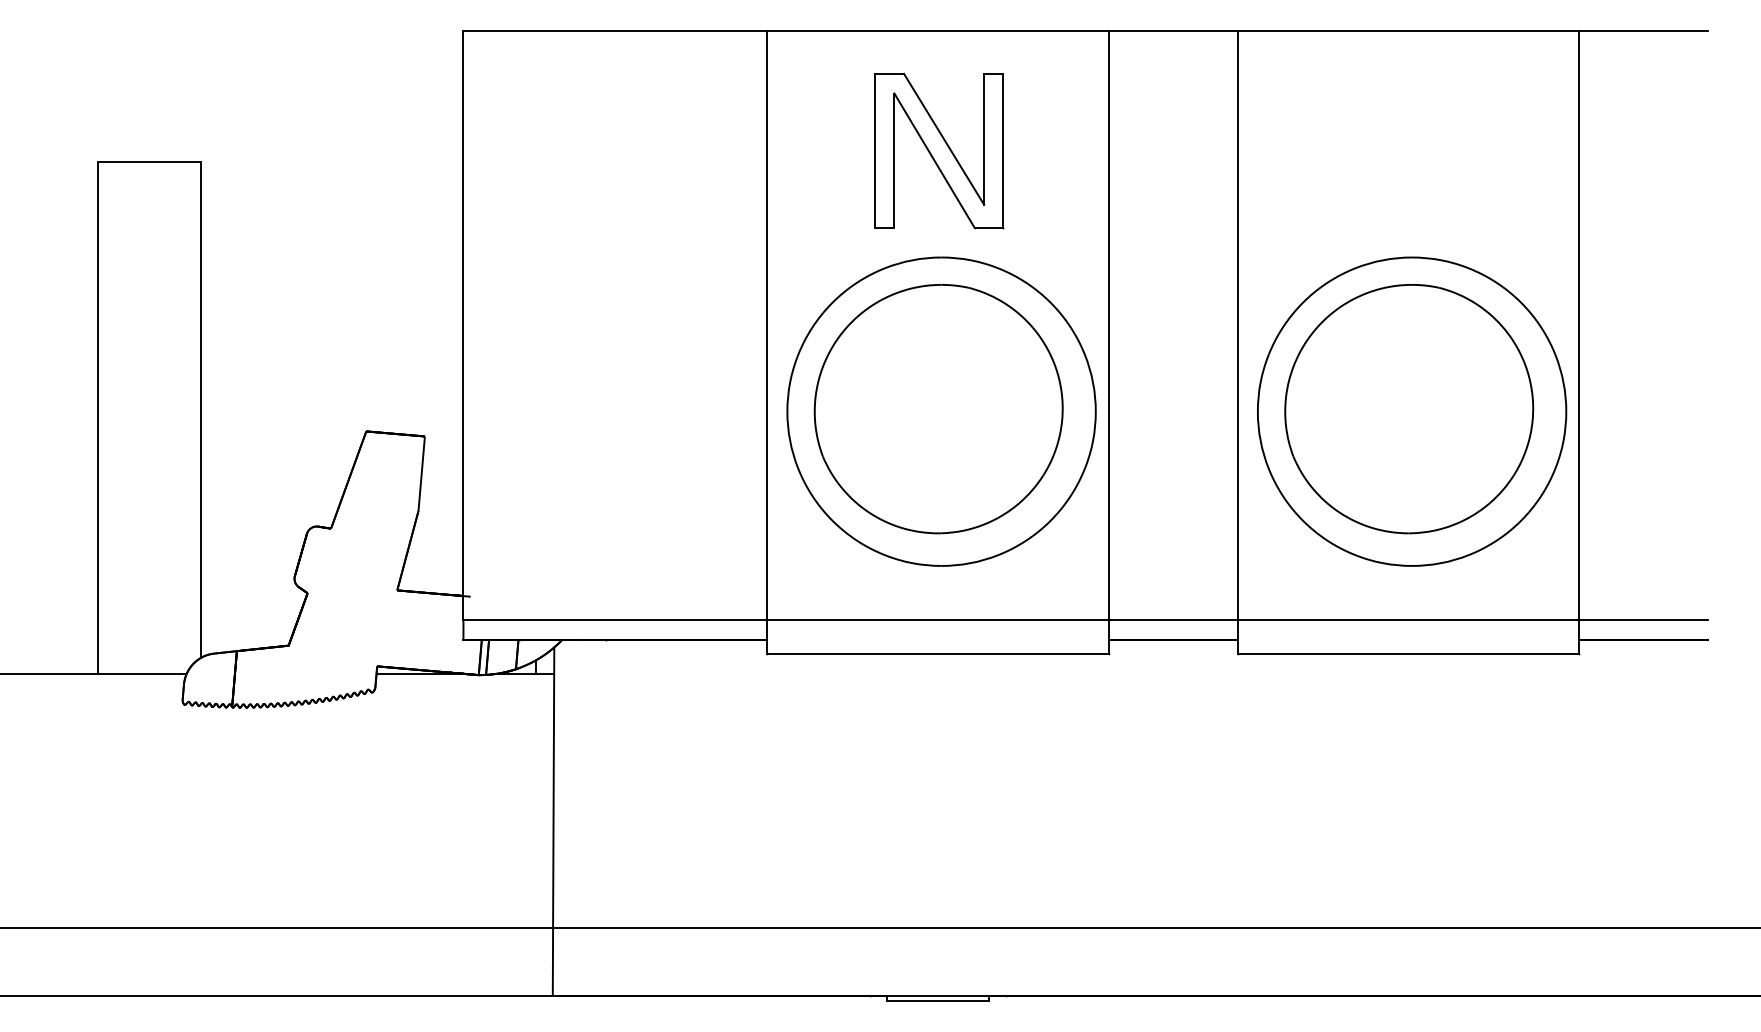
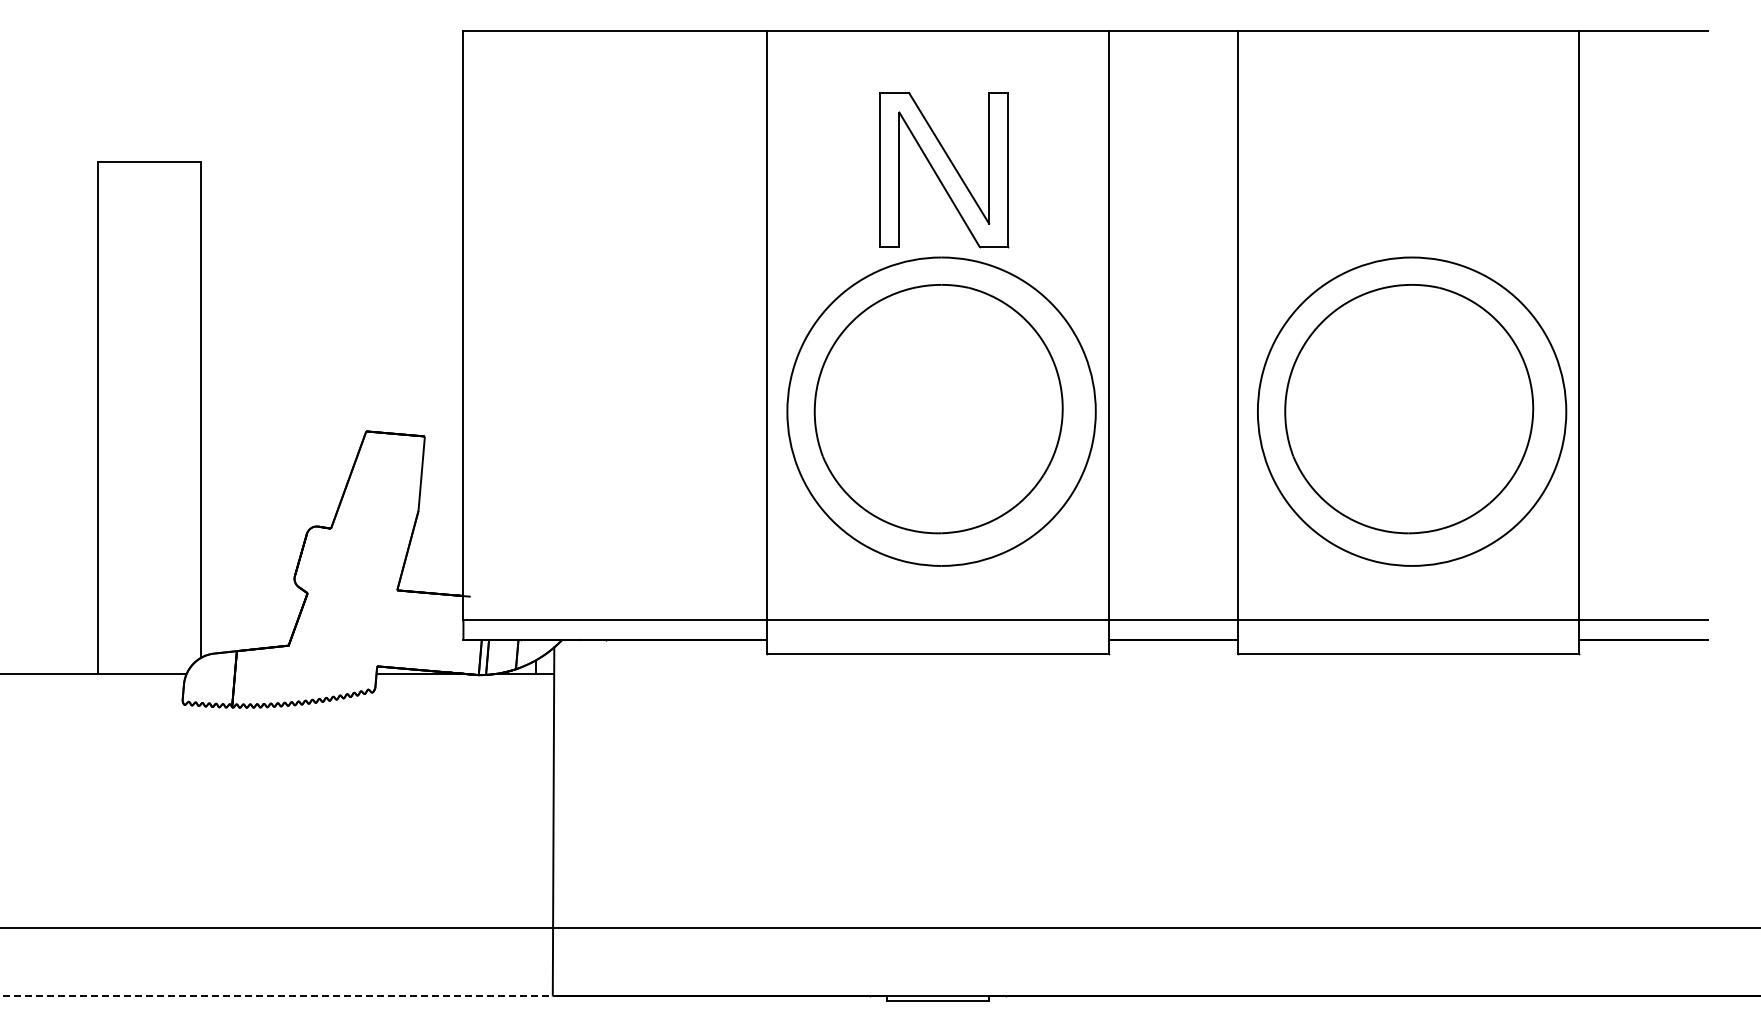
part at (939, 150) position: (939, 150) -> (944, 169)
line at (279, 996): solid -> dashed
